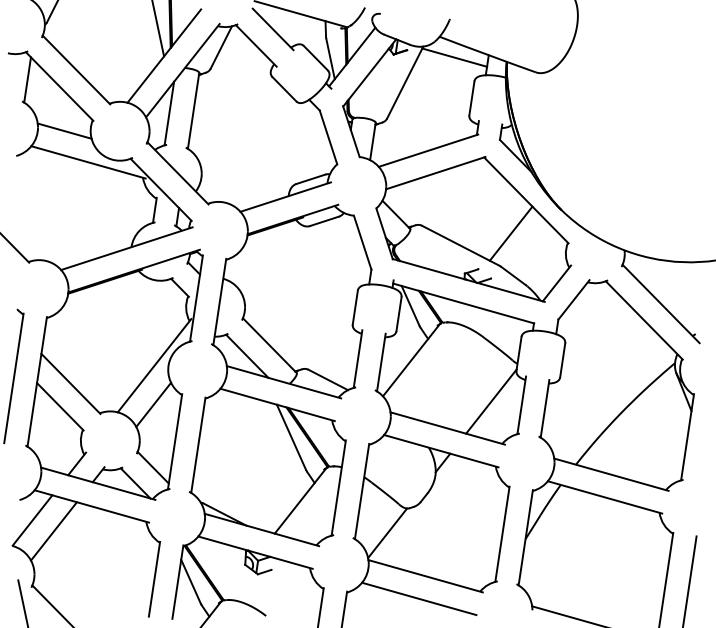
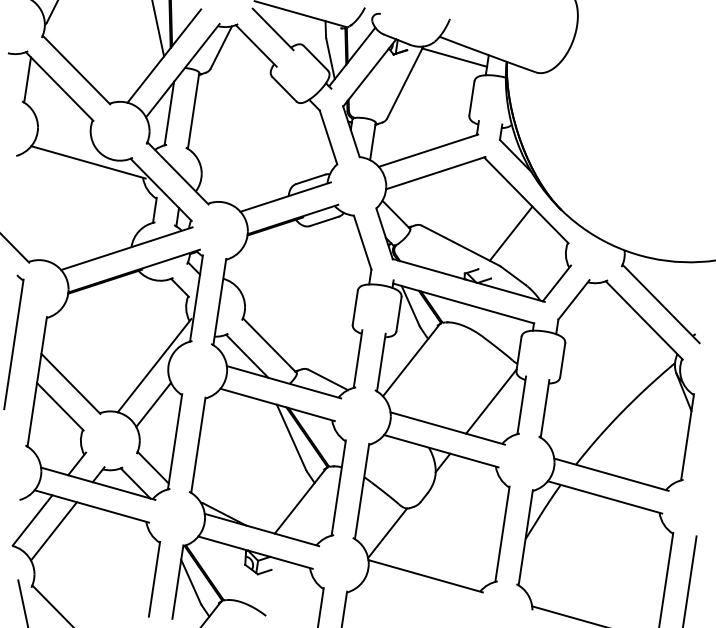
line at (64, 130): present -> none
part at (13, 376) position: (13, 376) -> (13, 342)
line at (419, 598): present -> none
